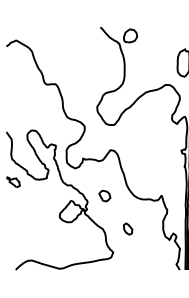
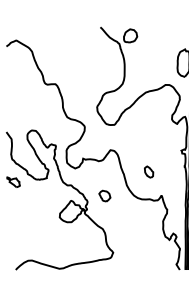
part at (128, 228) position: (128, 228) -> (149, 171)
